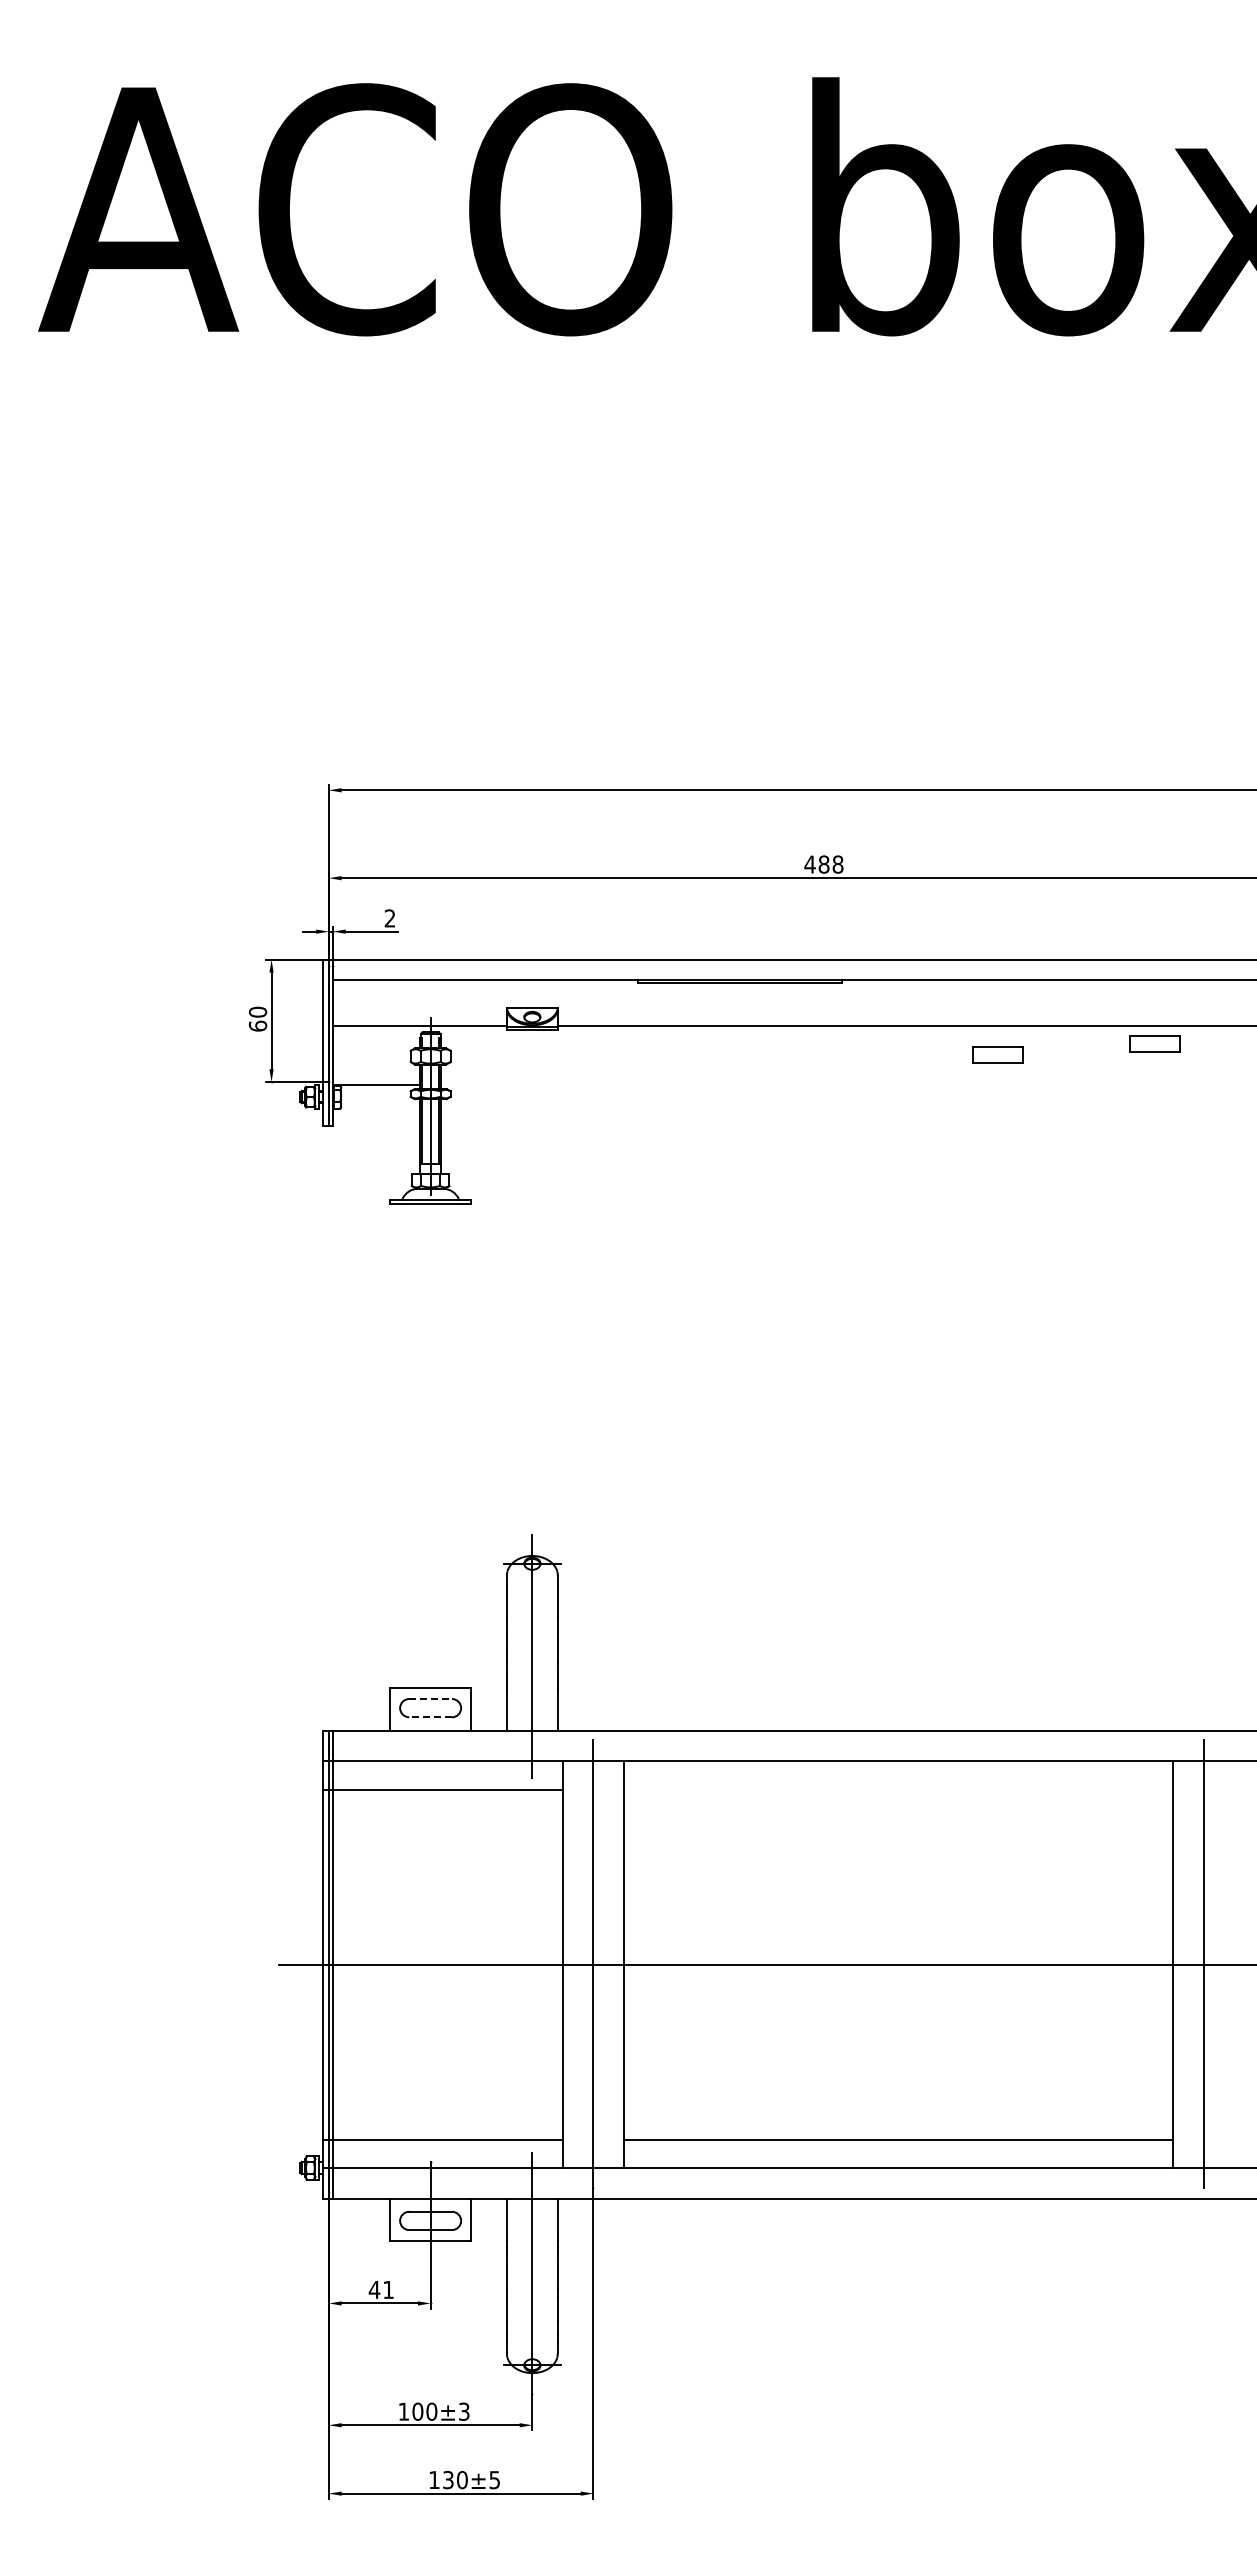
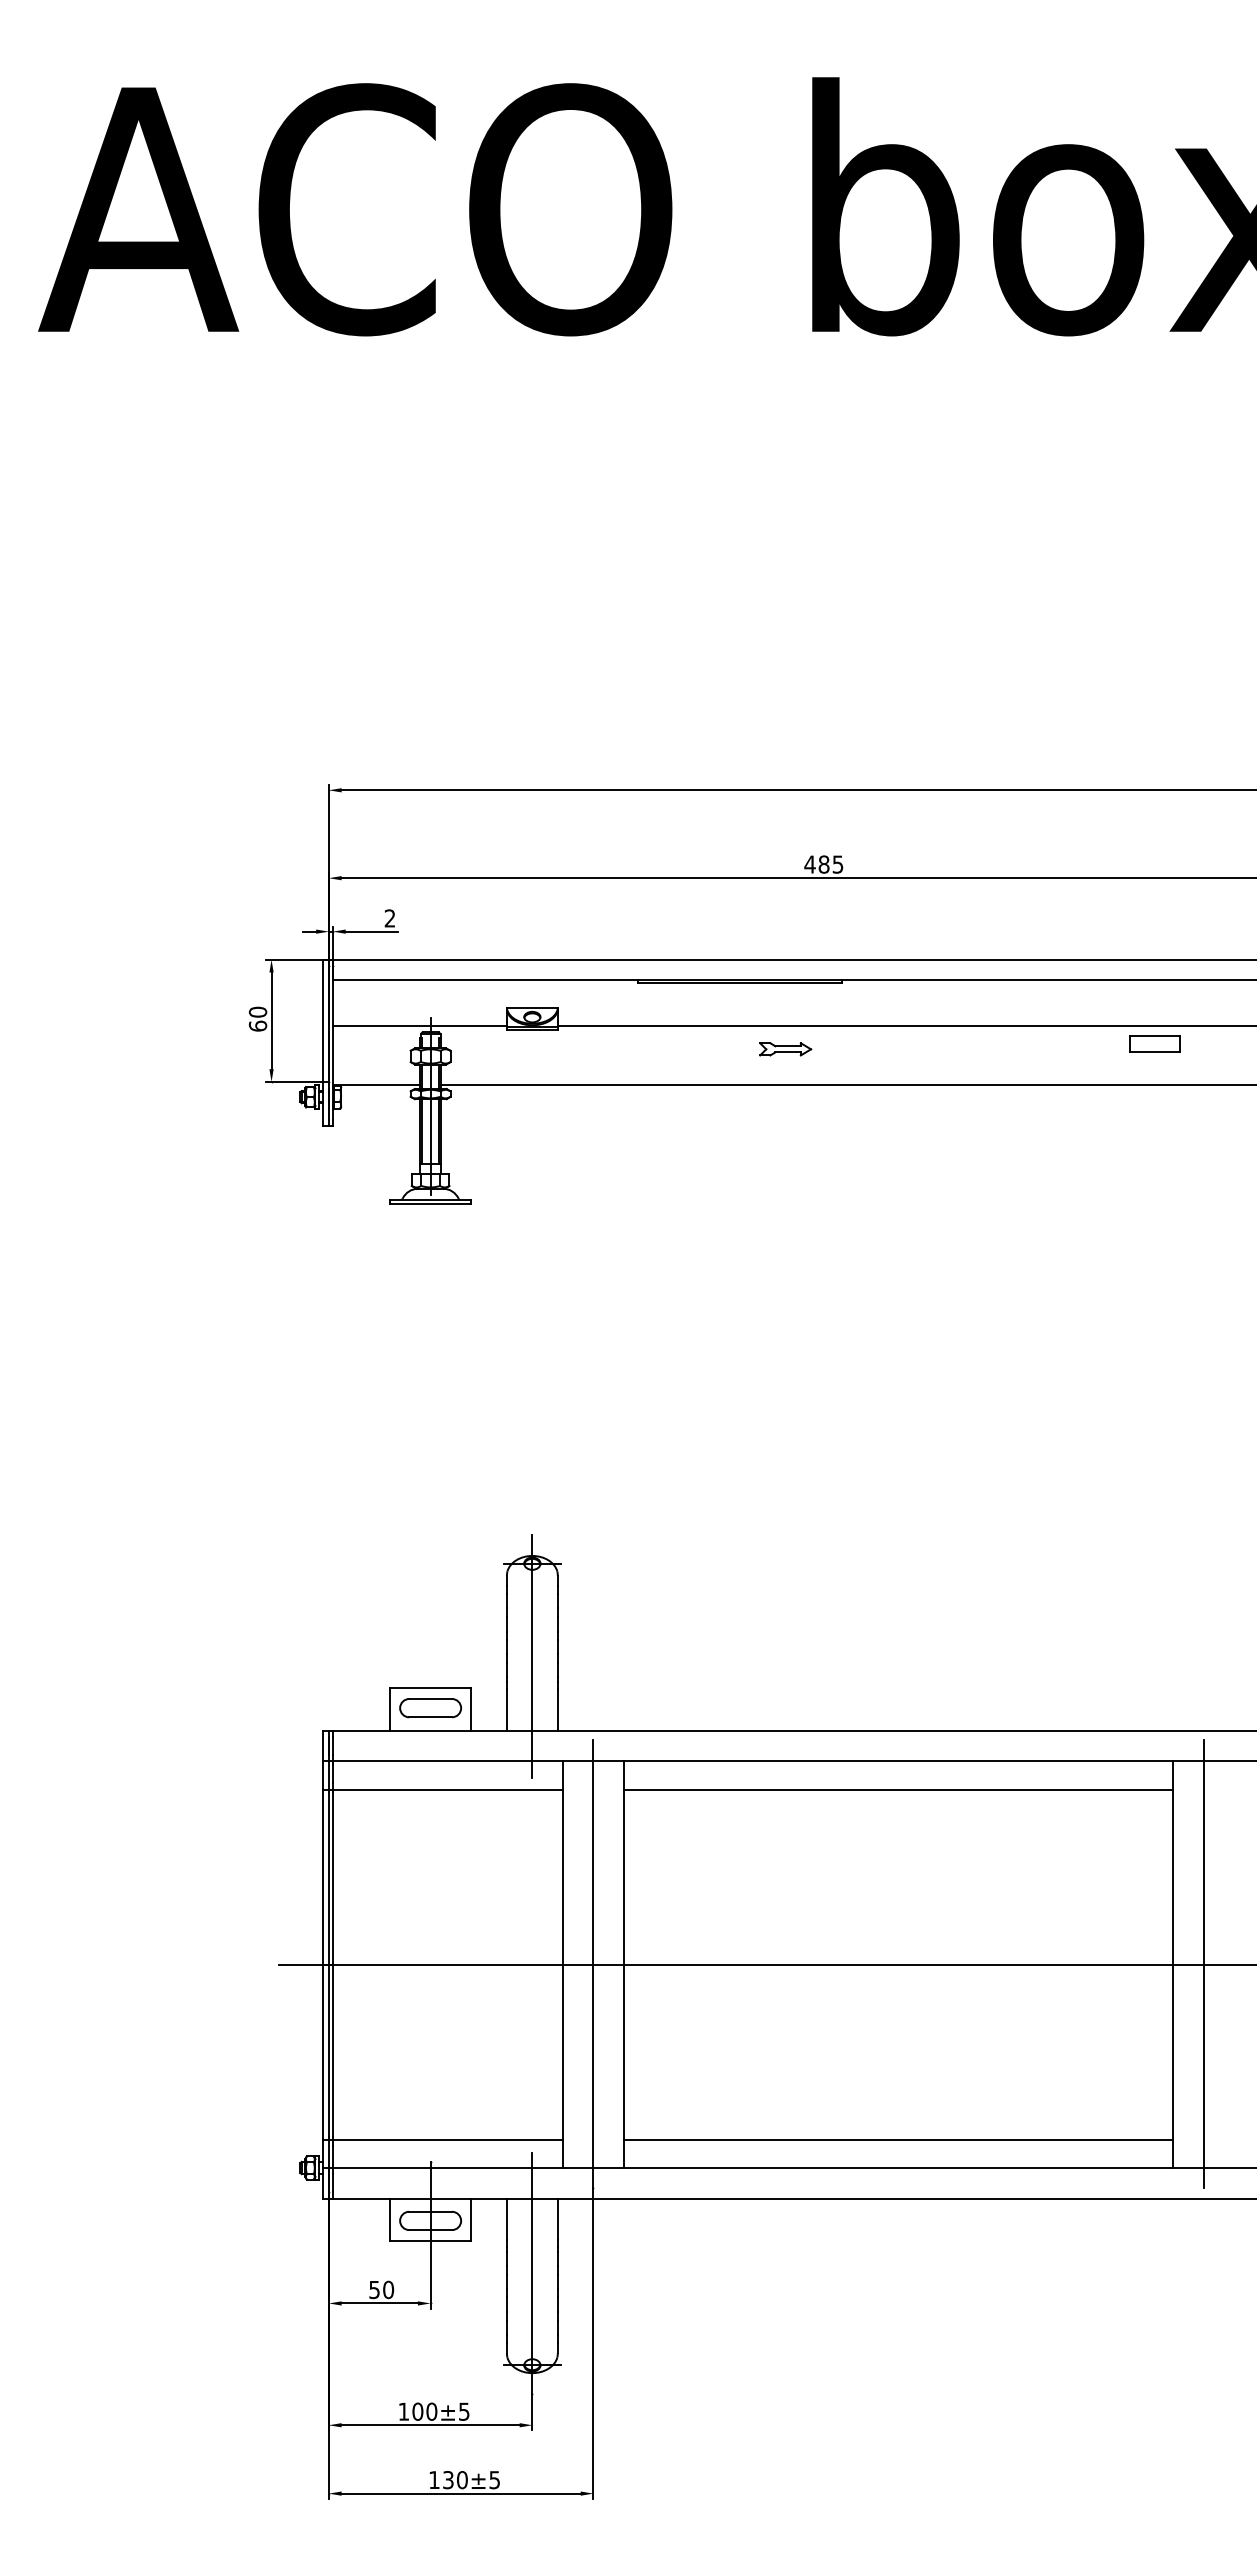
text at (837, 864): 488 -> 485
part at (785, 1049): none -> present
part at (997, 1054): present -> none
line at (846, 1084): none -> present
line at (431, 1699): dashed -> solid
line at (430, 1717): dashed -> solid
line at (898, 1789): none -> present
text at (381, 2289): 41 -> 50
text at (464, 2411): ±3 -> ±5
